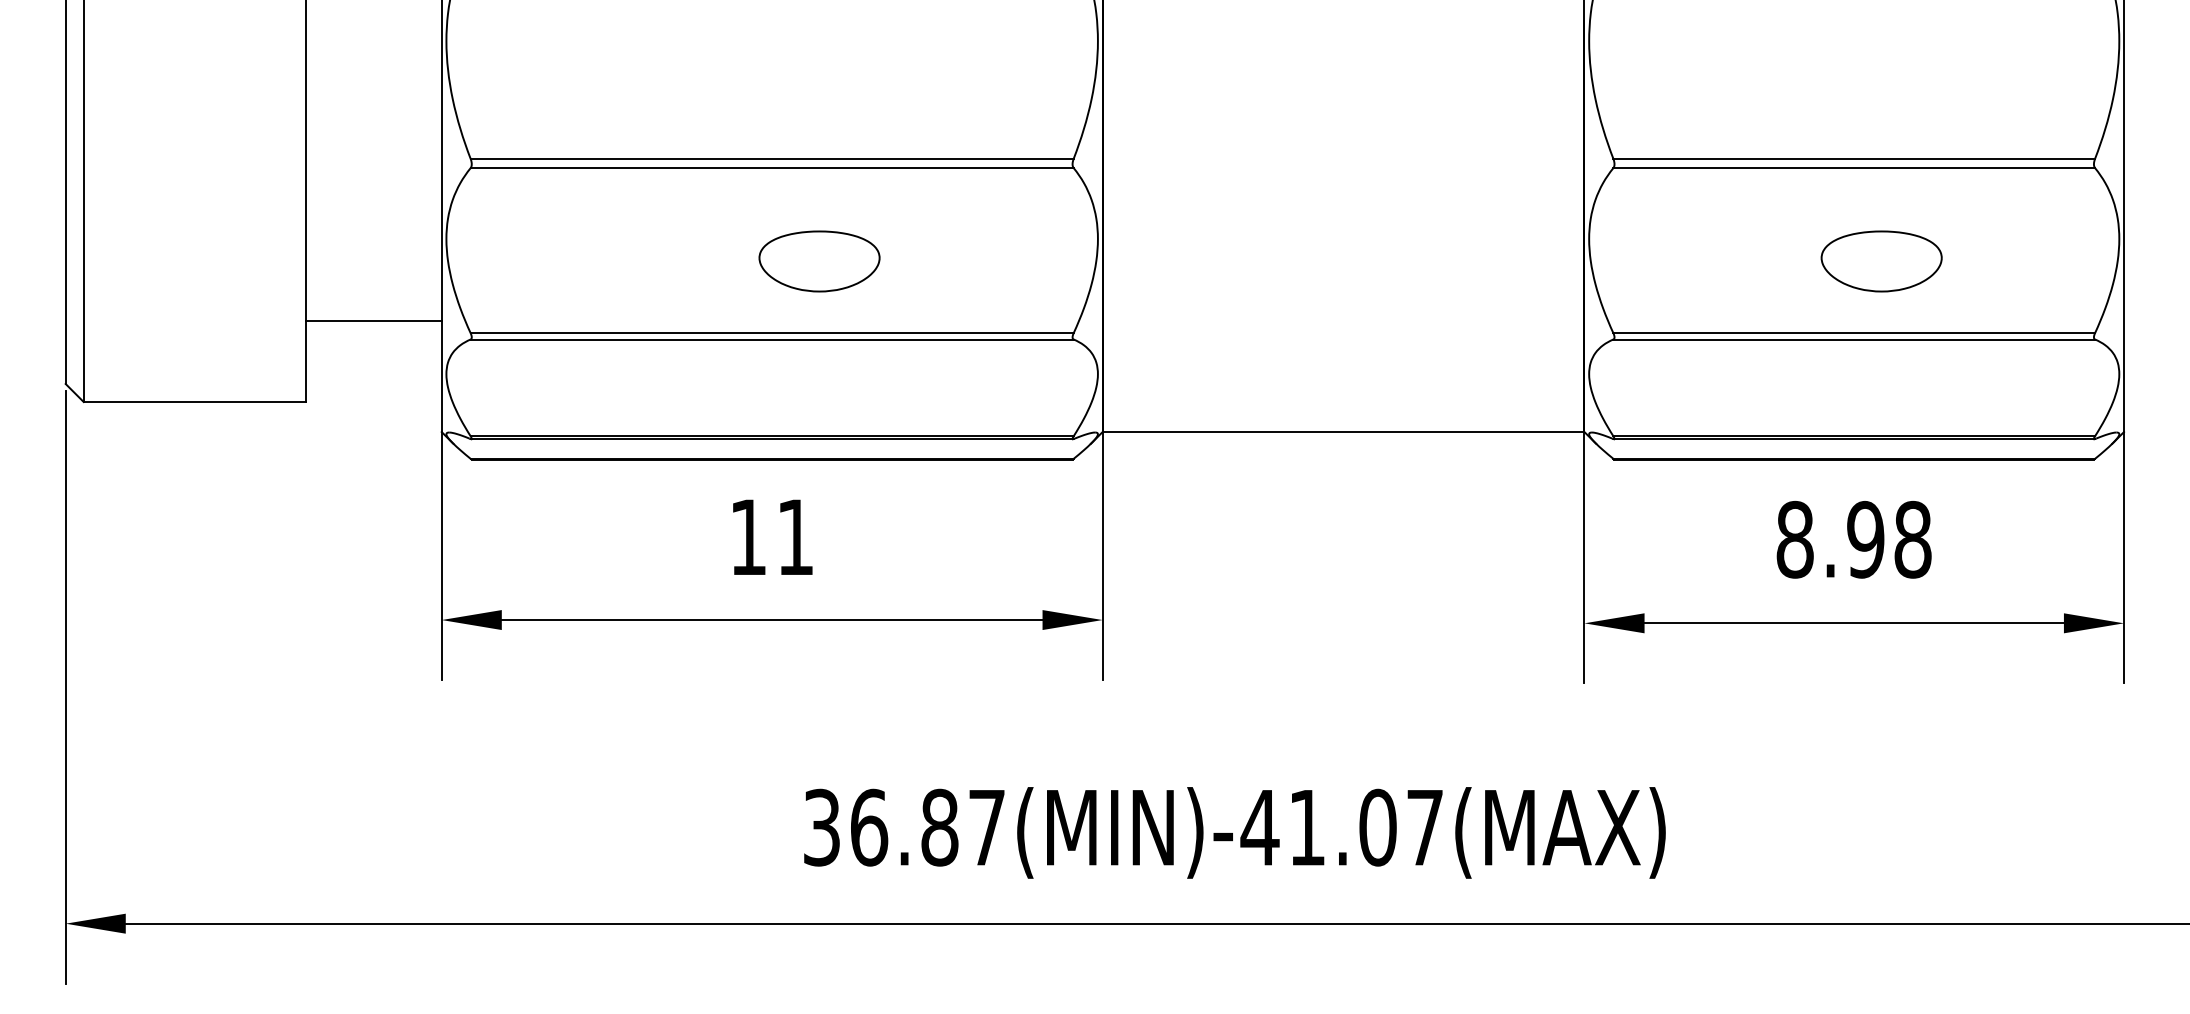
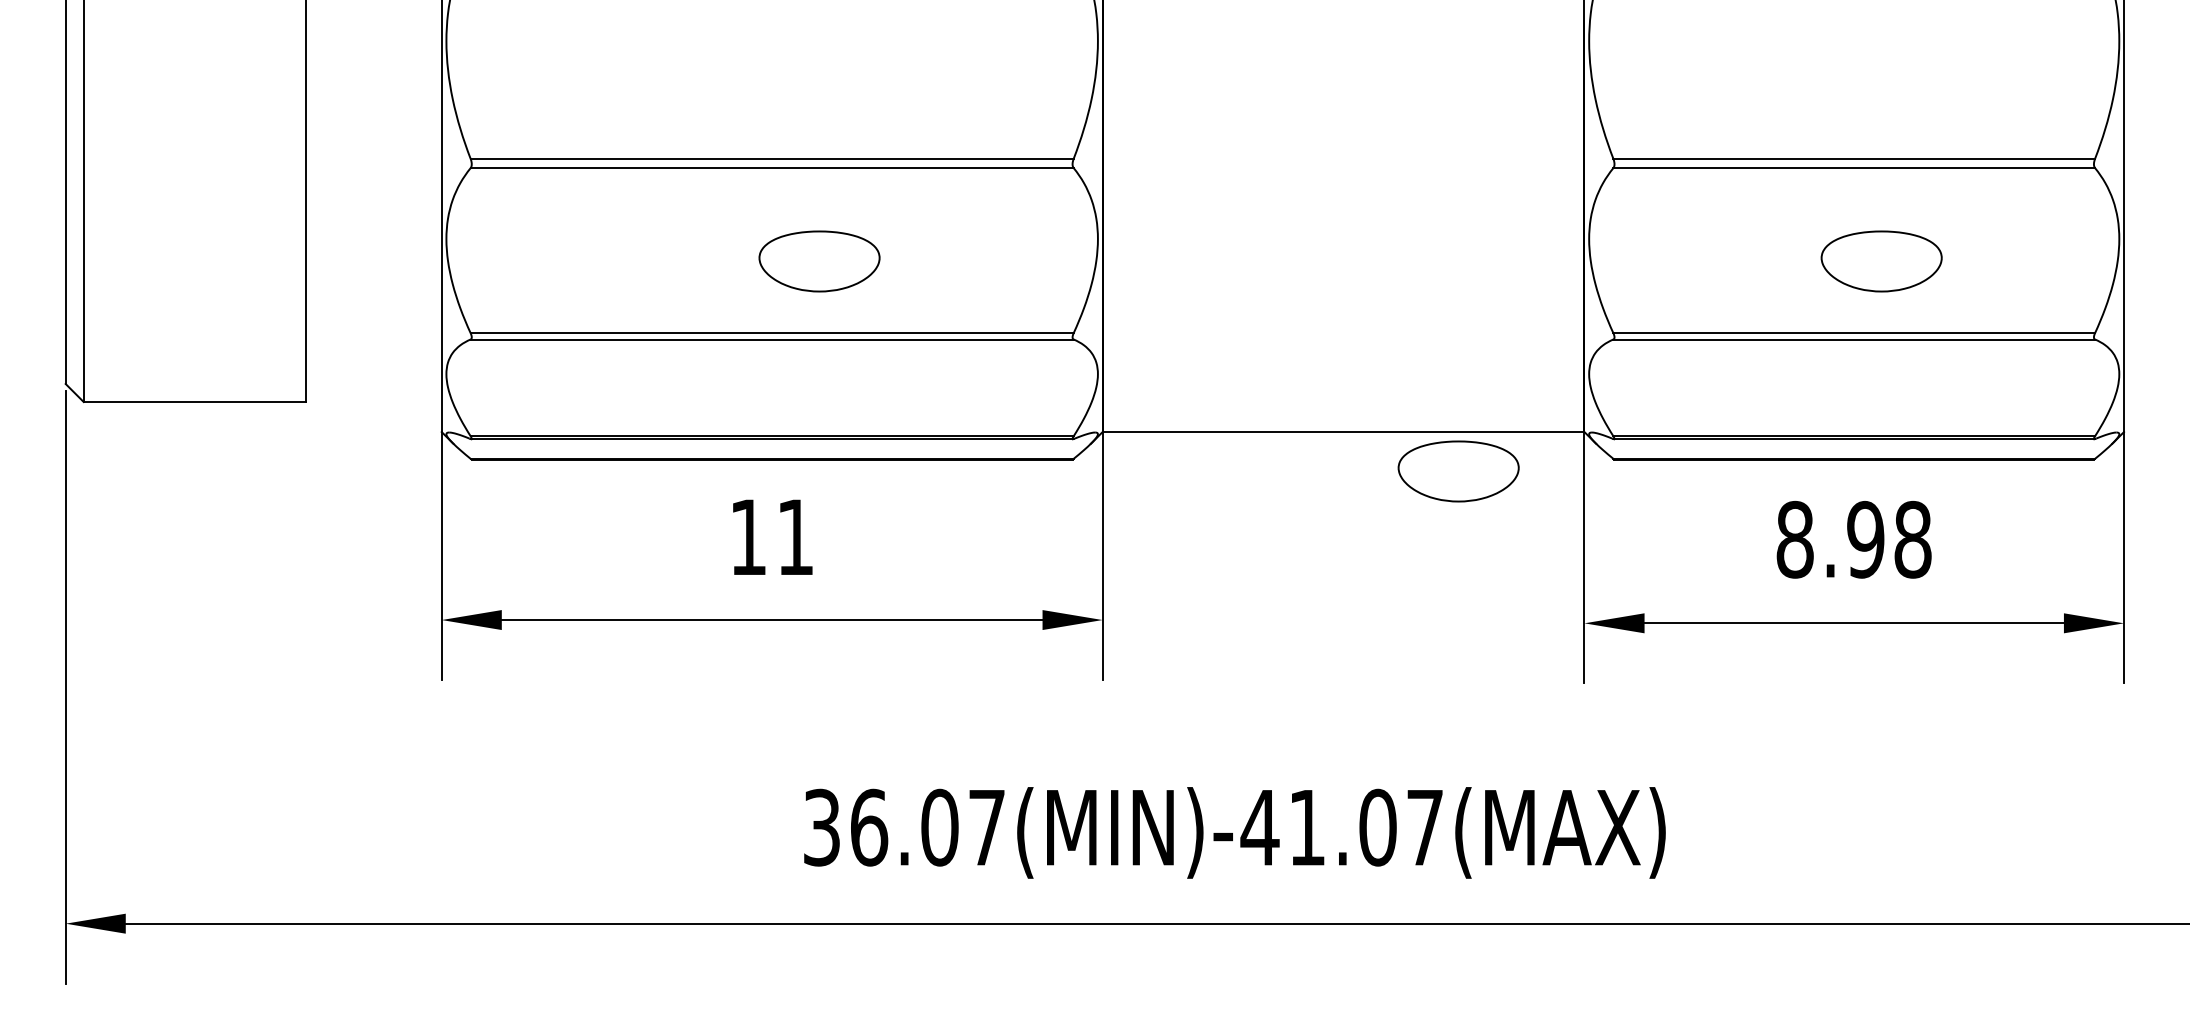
line at (373, 320): present -> none
part at (1458, 471): none -> present
text at (939, 827): 36.87(MIN)-41.07(MAX) -> 36.07(MIN)-41.07(MAX)
